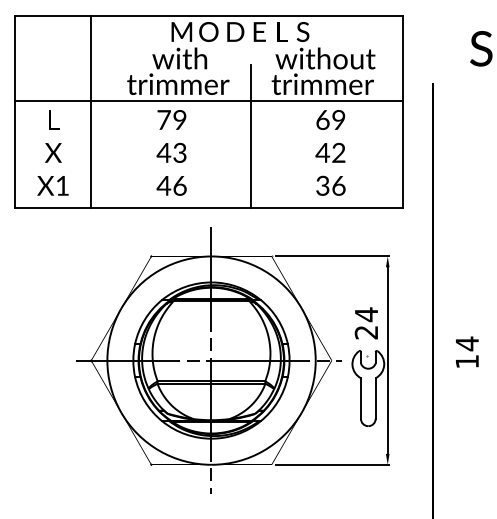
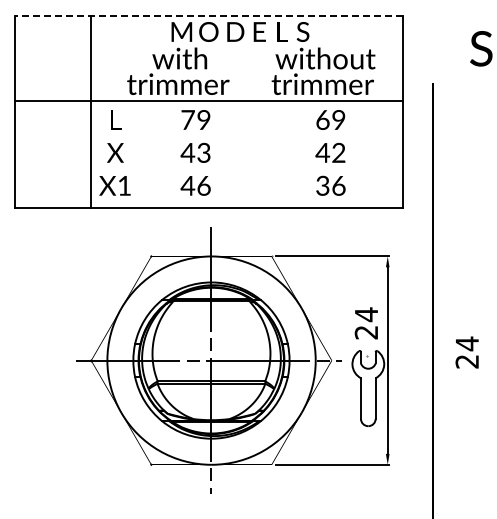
line at (208, 15): solid -> dashed
line at (250, 136): present -> none
text at (52, 152) position: (52, 152) -> (114, 152)
text at (171, 152) position: (171, 152) -> (195, 152)
text at (466, 361): 14 -> 24
